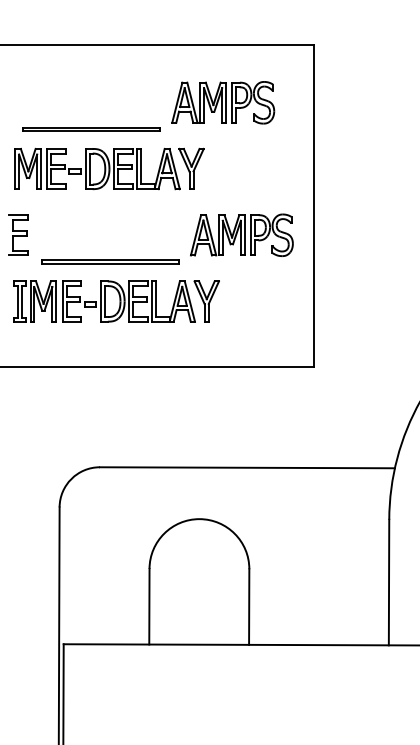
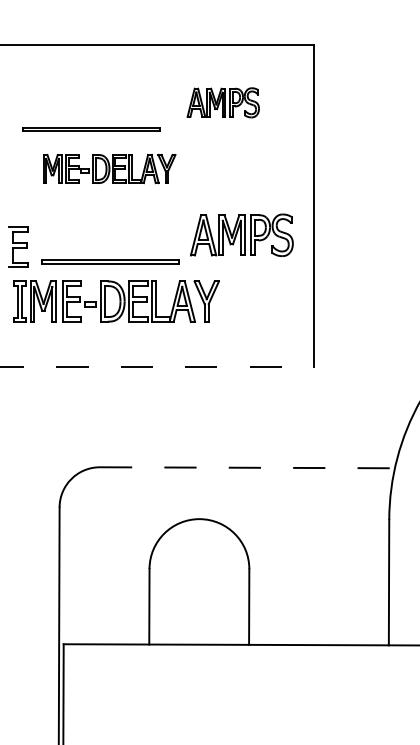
part at (223, 102) size: 105x44 px -> 74x32 px
part at (109, 168) size: 191x44 px -> 134x32 px
part at (18, 234) position: (18, 234) -> (18, 246)
line at (157, 367): solid -> dashed
line at (247, 467): solid -> dashed
